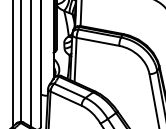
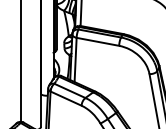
line at (12, 63): present -> none
line at (30, 63): present -> none
